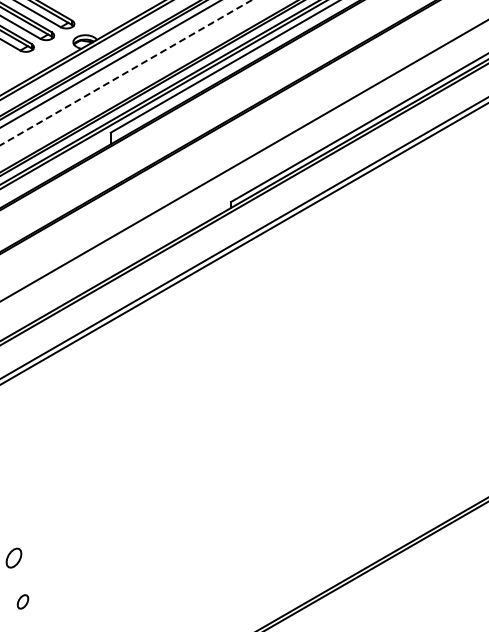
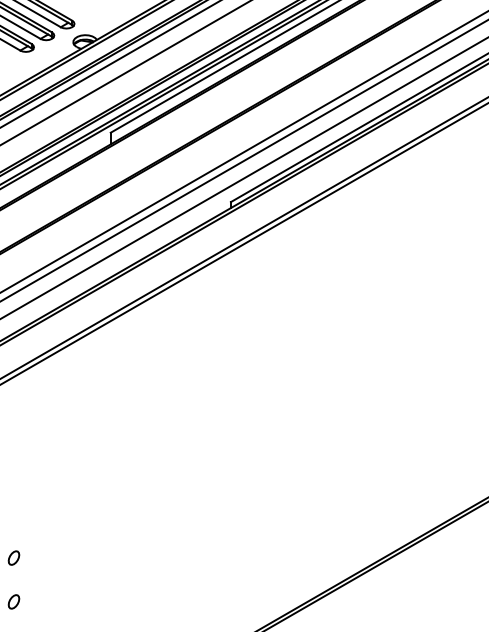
line at (126, 72): dashed -> solid
line at (243, 151): none -> present
line at (243, 178): none -> present
part at (13, 557) size: 18x22 px -> 14x16 px
part at (22, 601) position: (22, 601) -> (13, 601)
